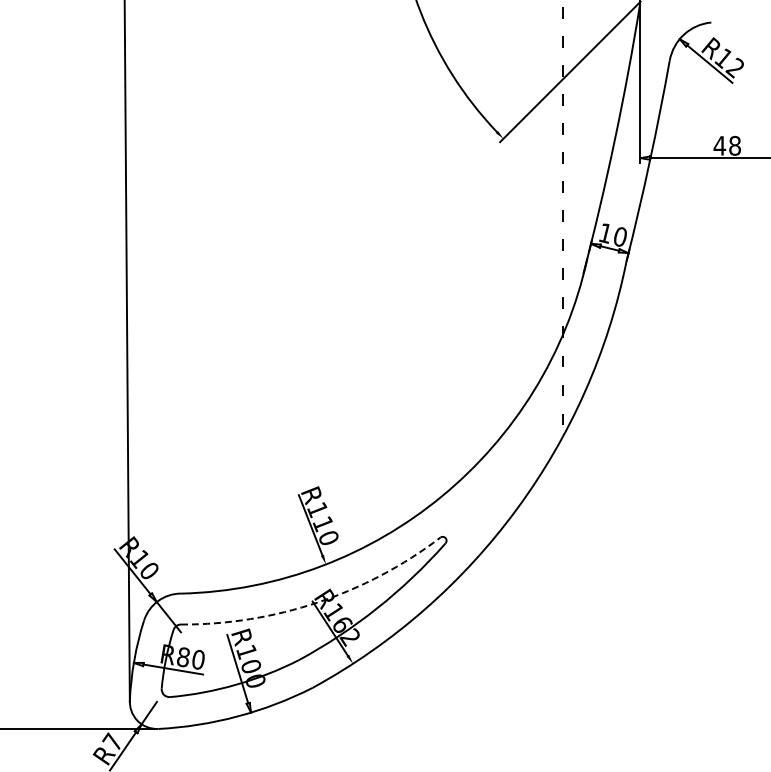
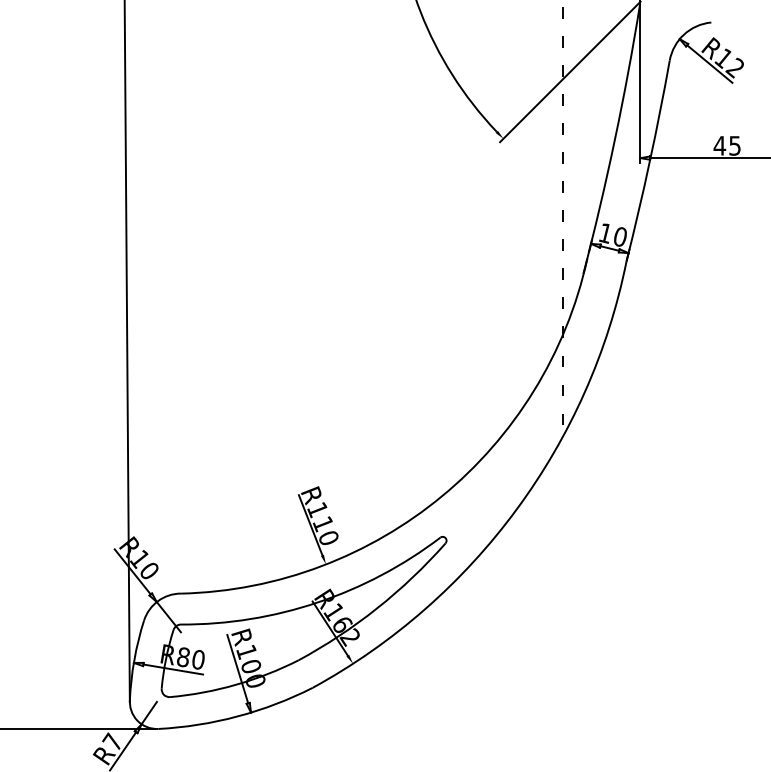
text at (734, 145): 48 -> 45
arc at (317, 602): dashed -> solid
